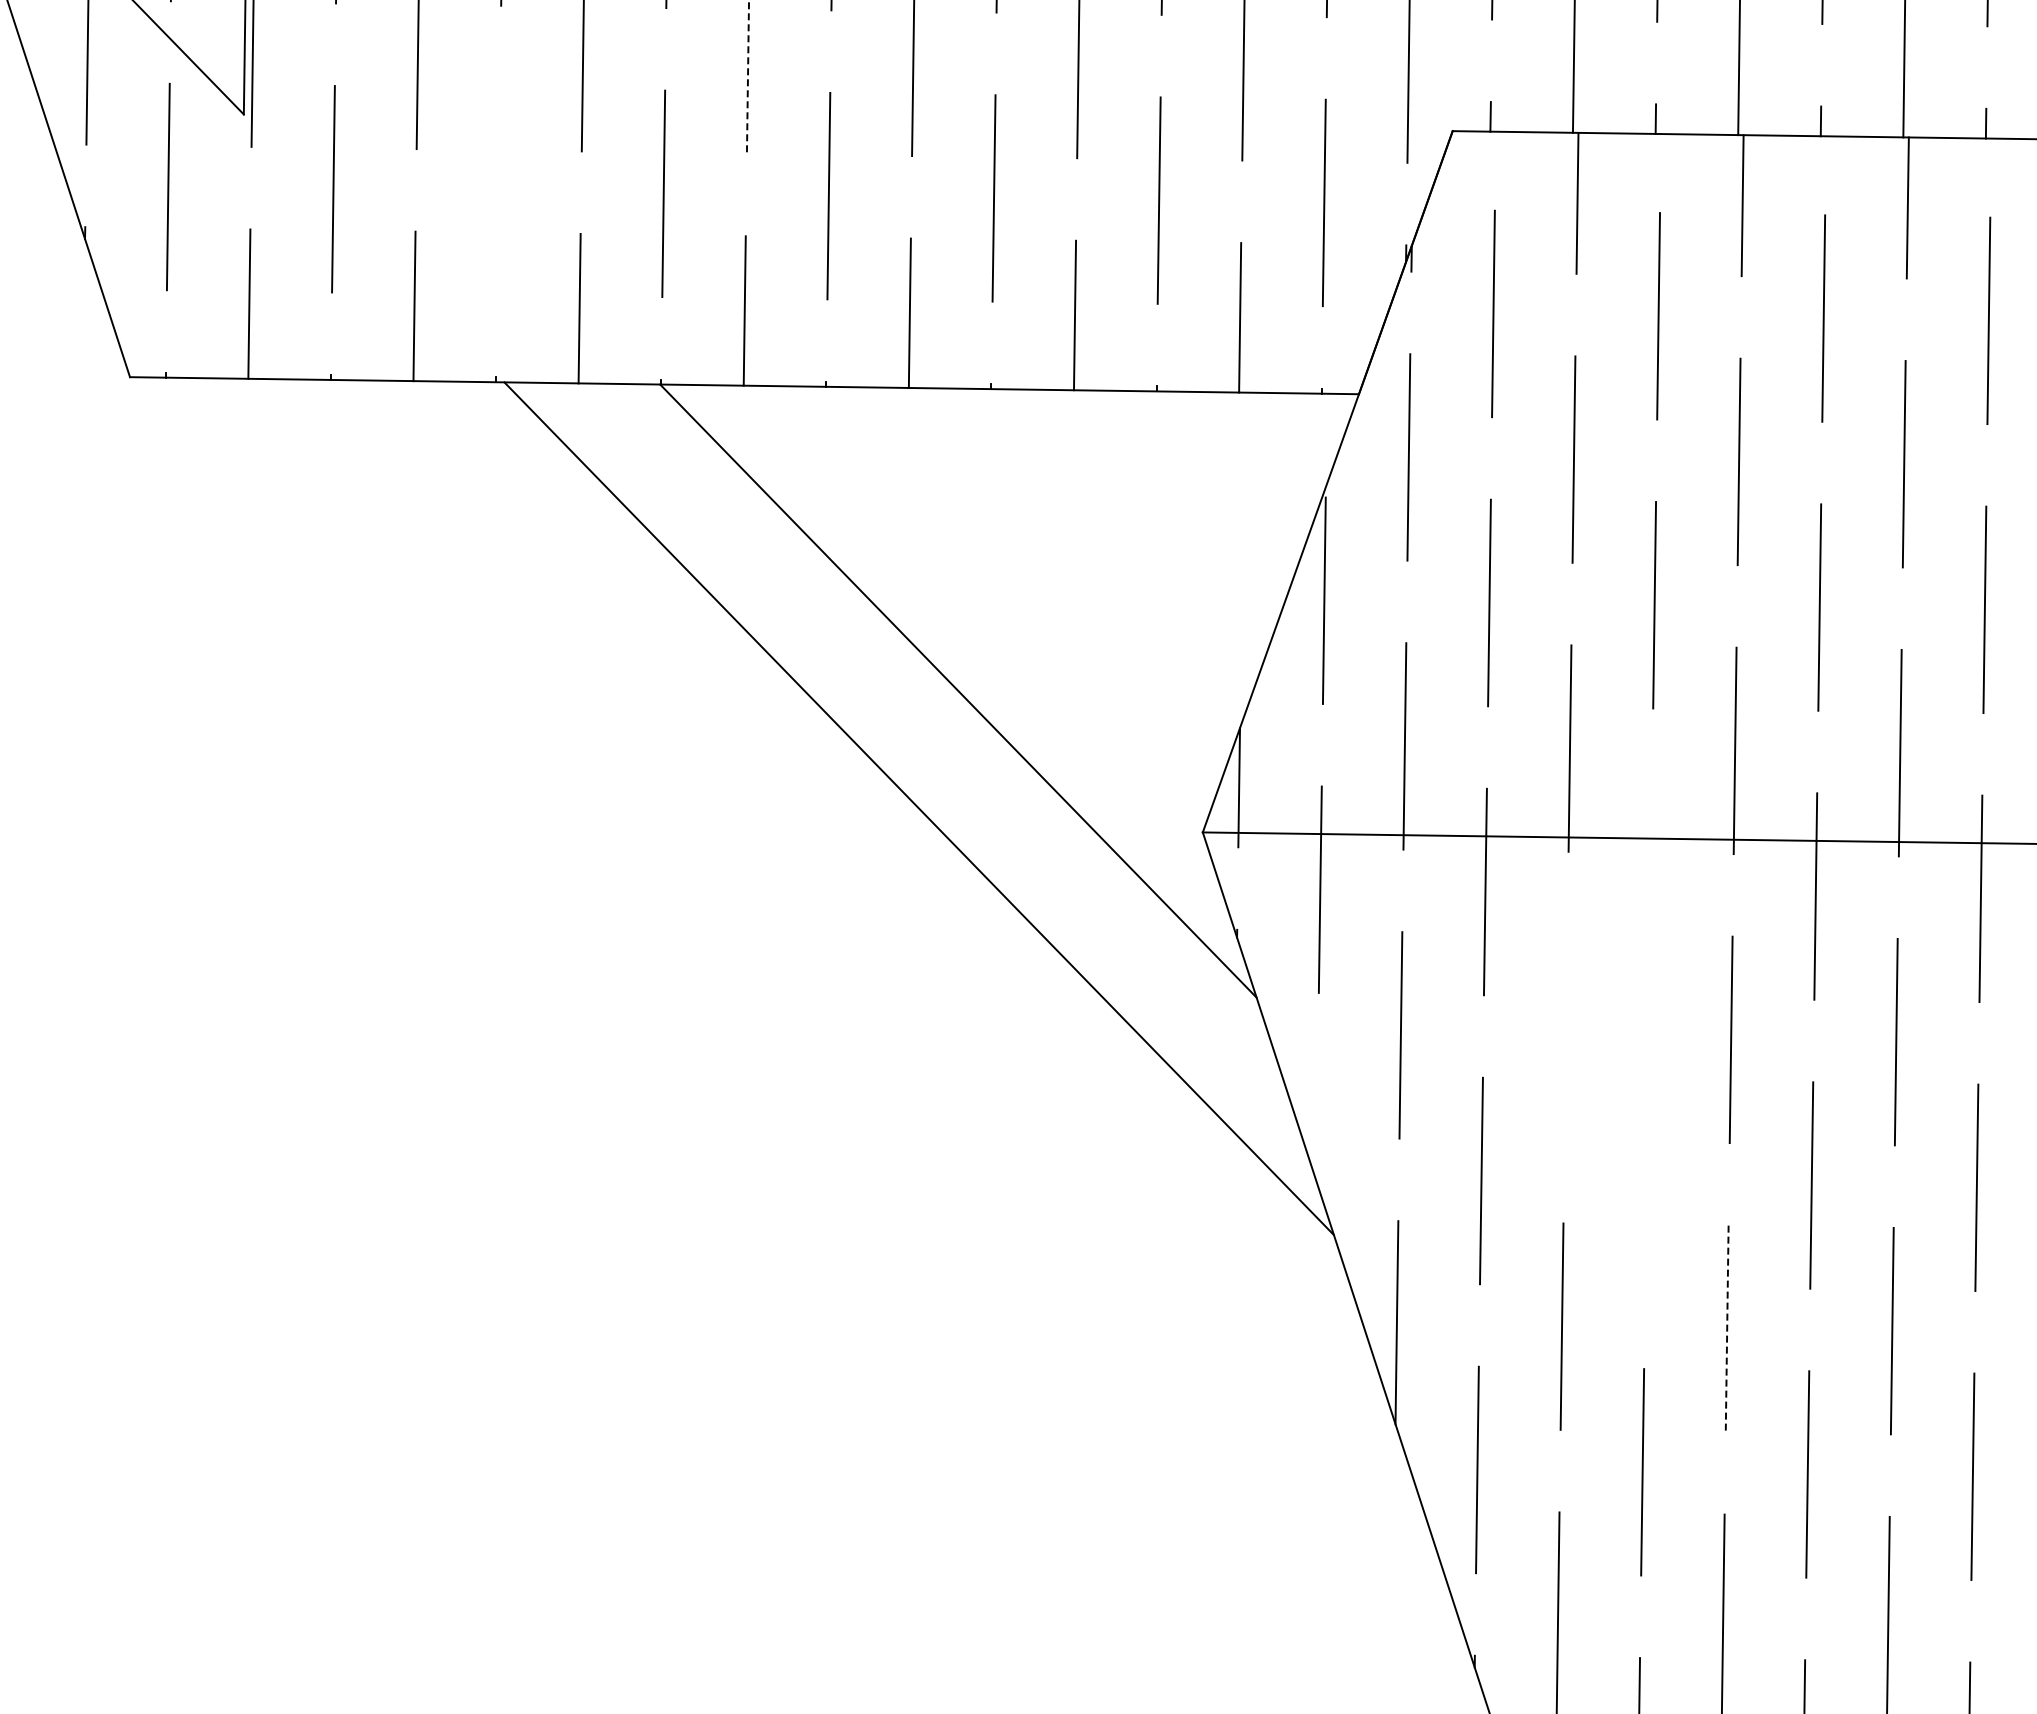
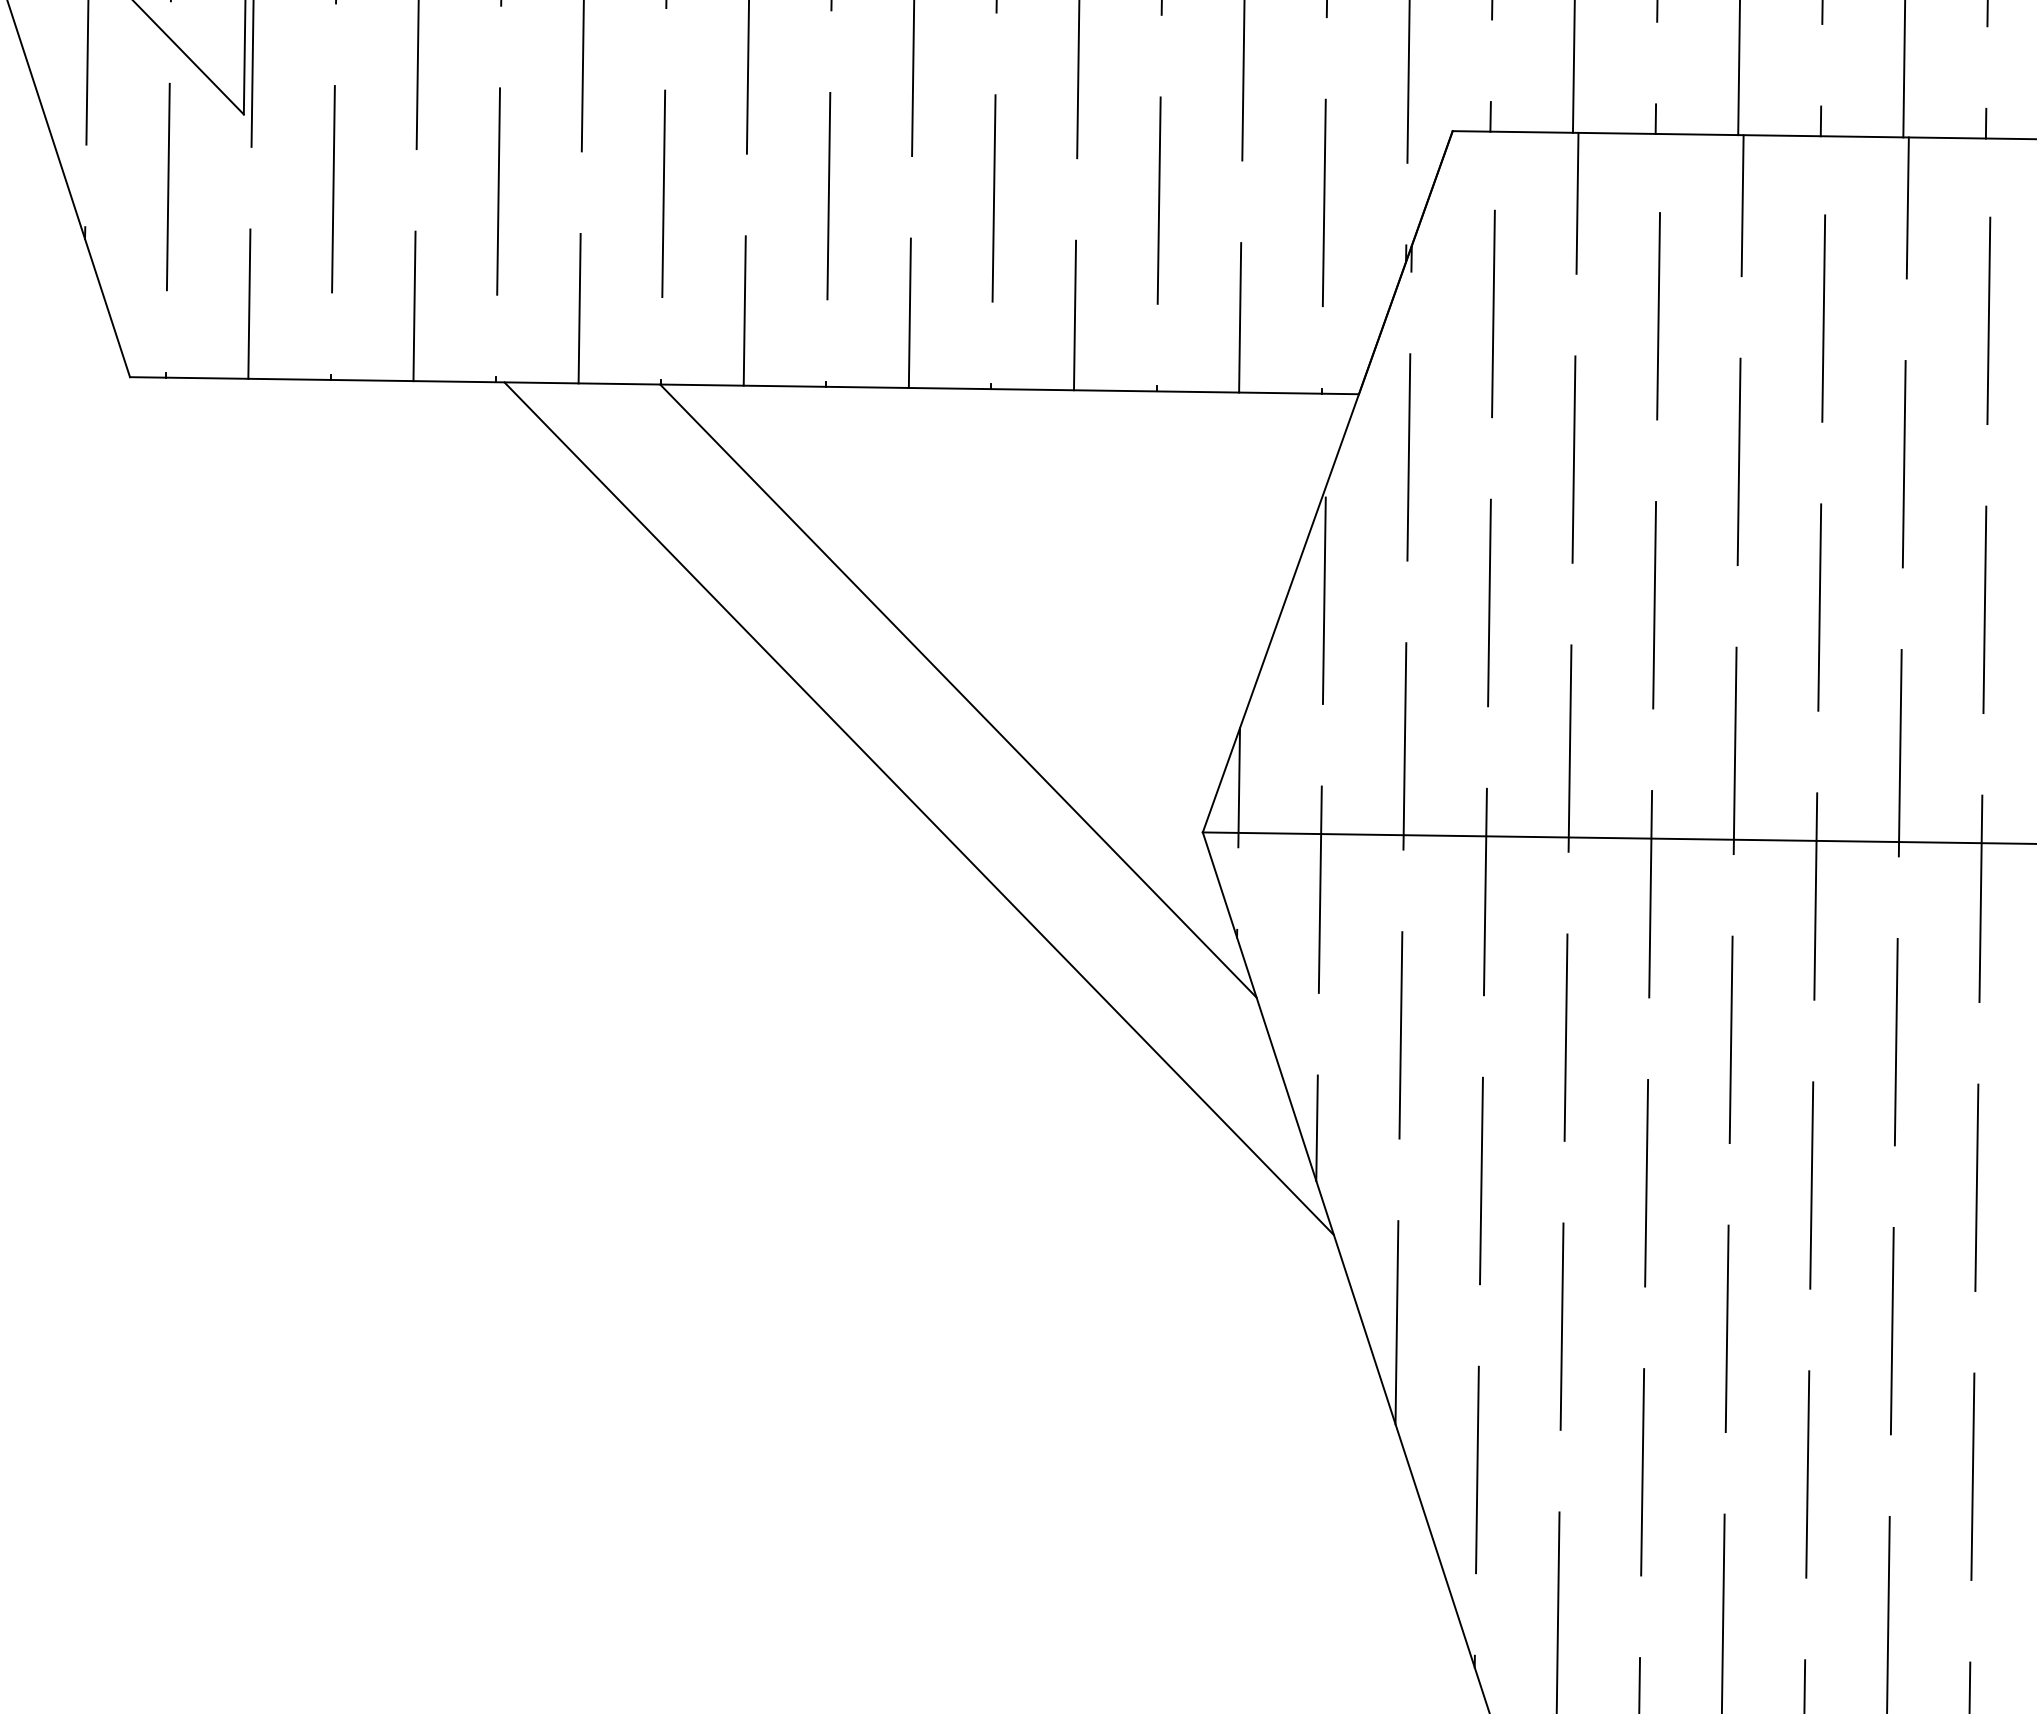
line at (747, 76): dashed -> solid
line at (498, 191): none -> present
line at (1650, 894): none -> present
line at (1565, 1037): none -> present
line at (1316, 1128): none -> present
line at (1646, 1183): none -> present
line at (1727, 1329): dashed -> solid
